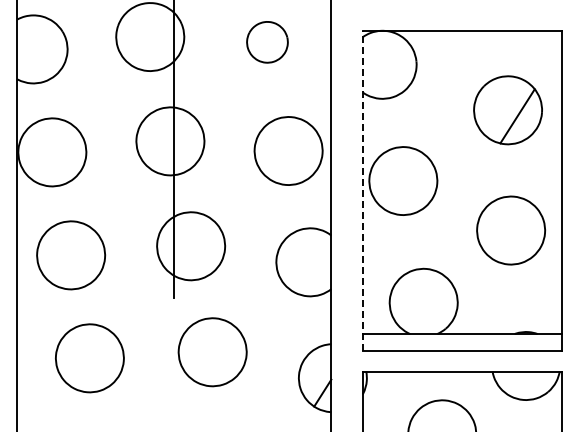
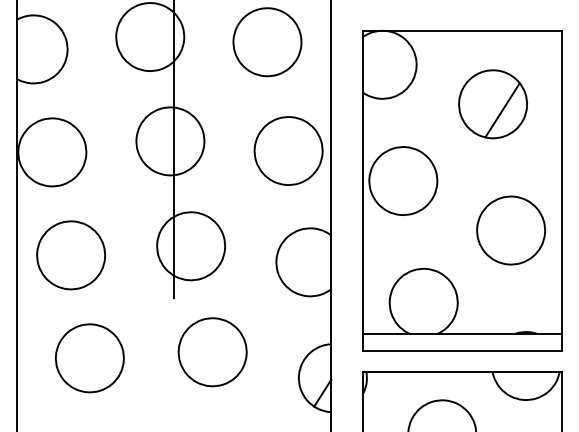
part at (267, 42) size: 43x43 px -> 71x71 px
part at (507, 110) position: (507, 110) -> (492, 104)
line at (362, 190): dashed -> solid
